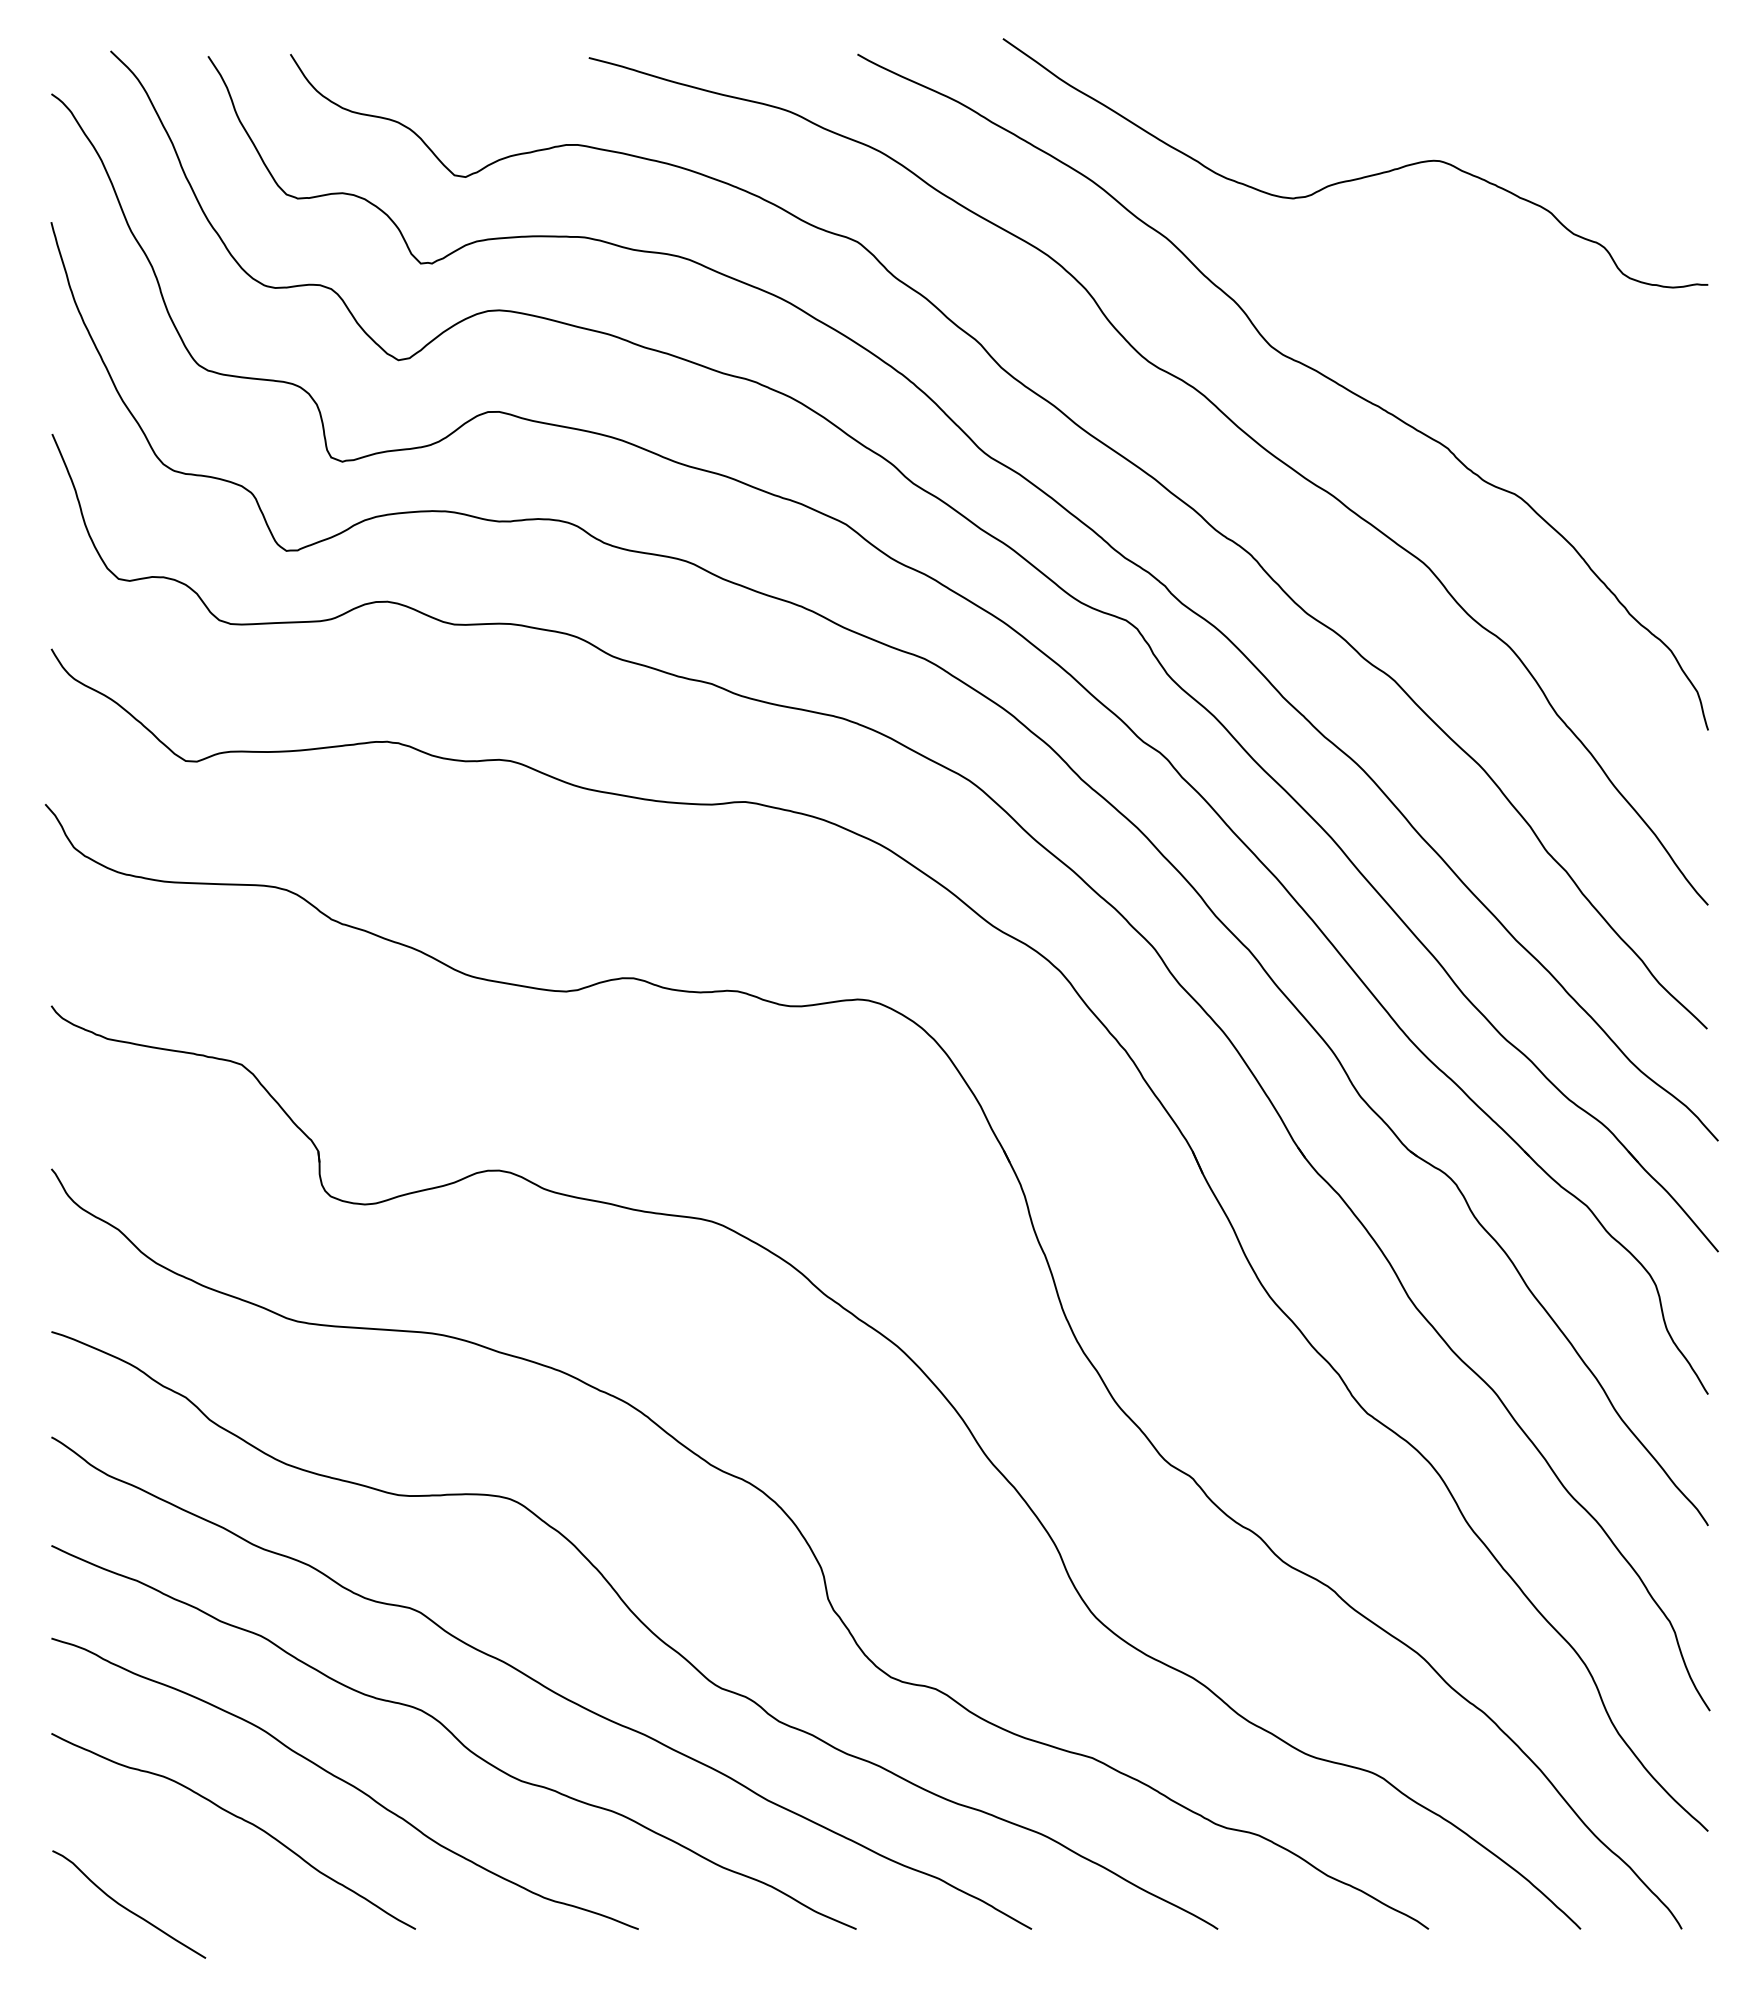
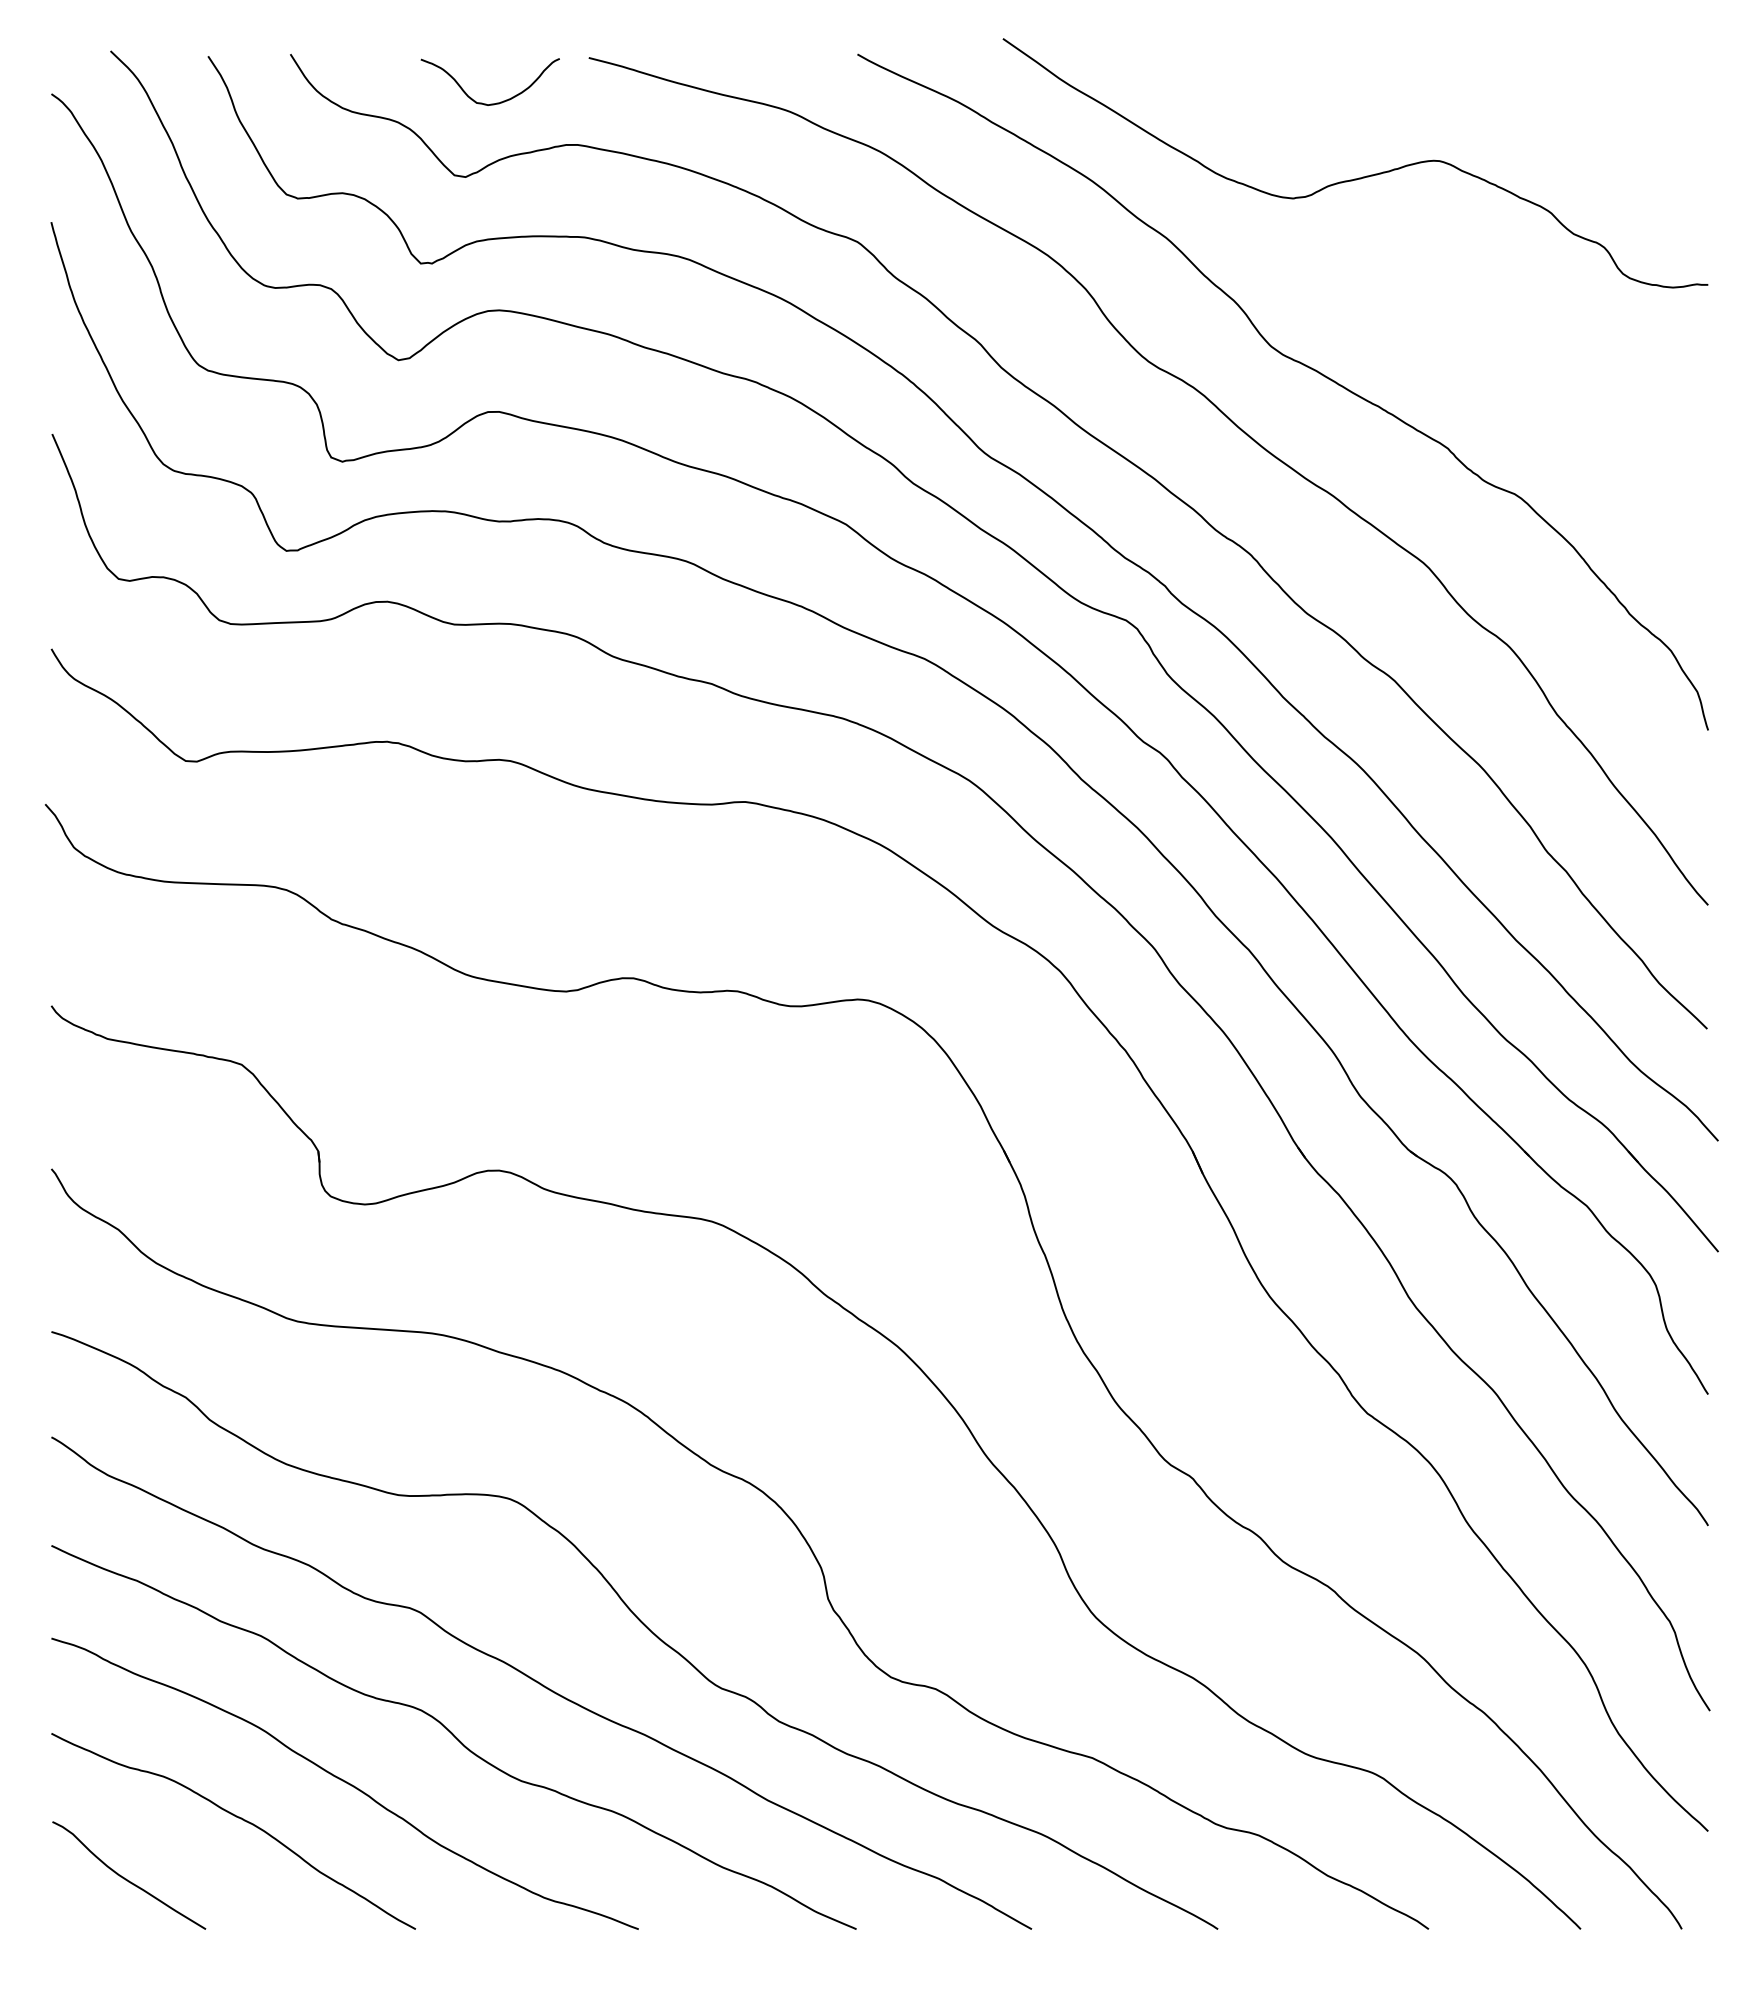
curve at (490, 103): none -> present
curve at (126, 1907) position: (126, 1907) -> (126, 1878)
